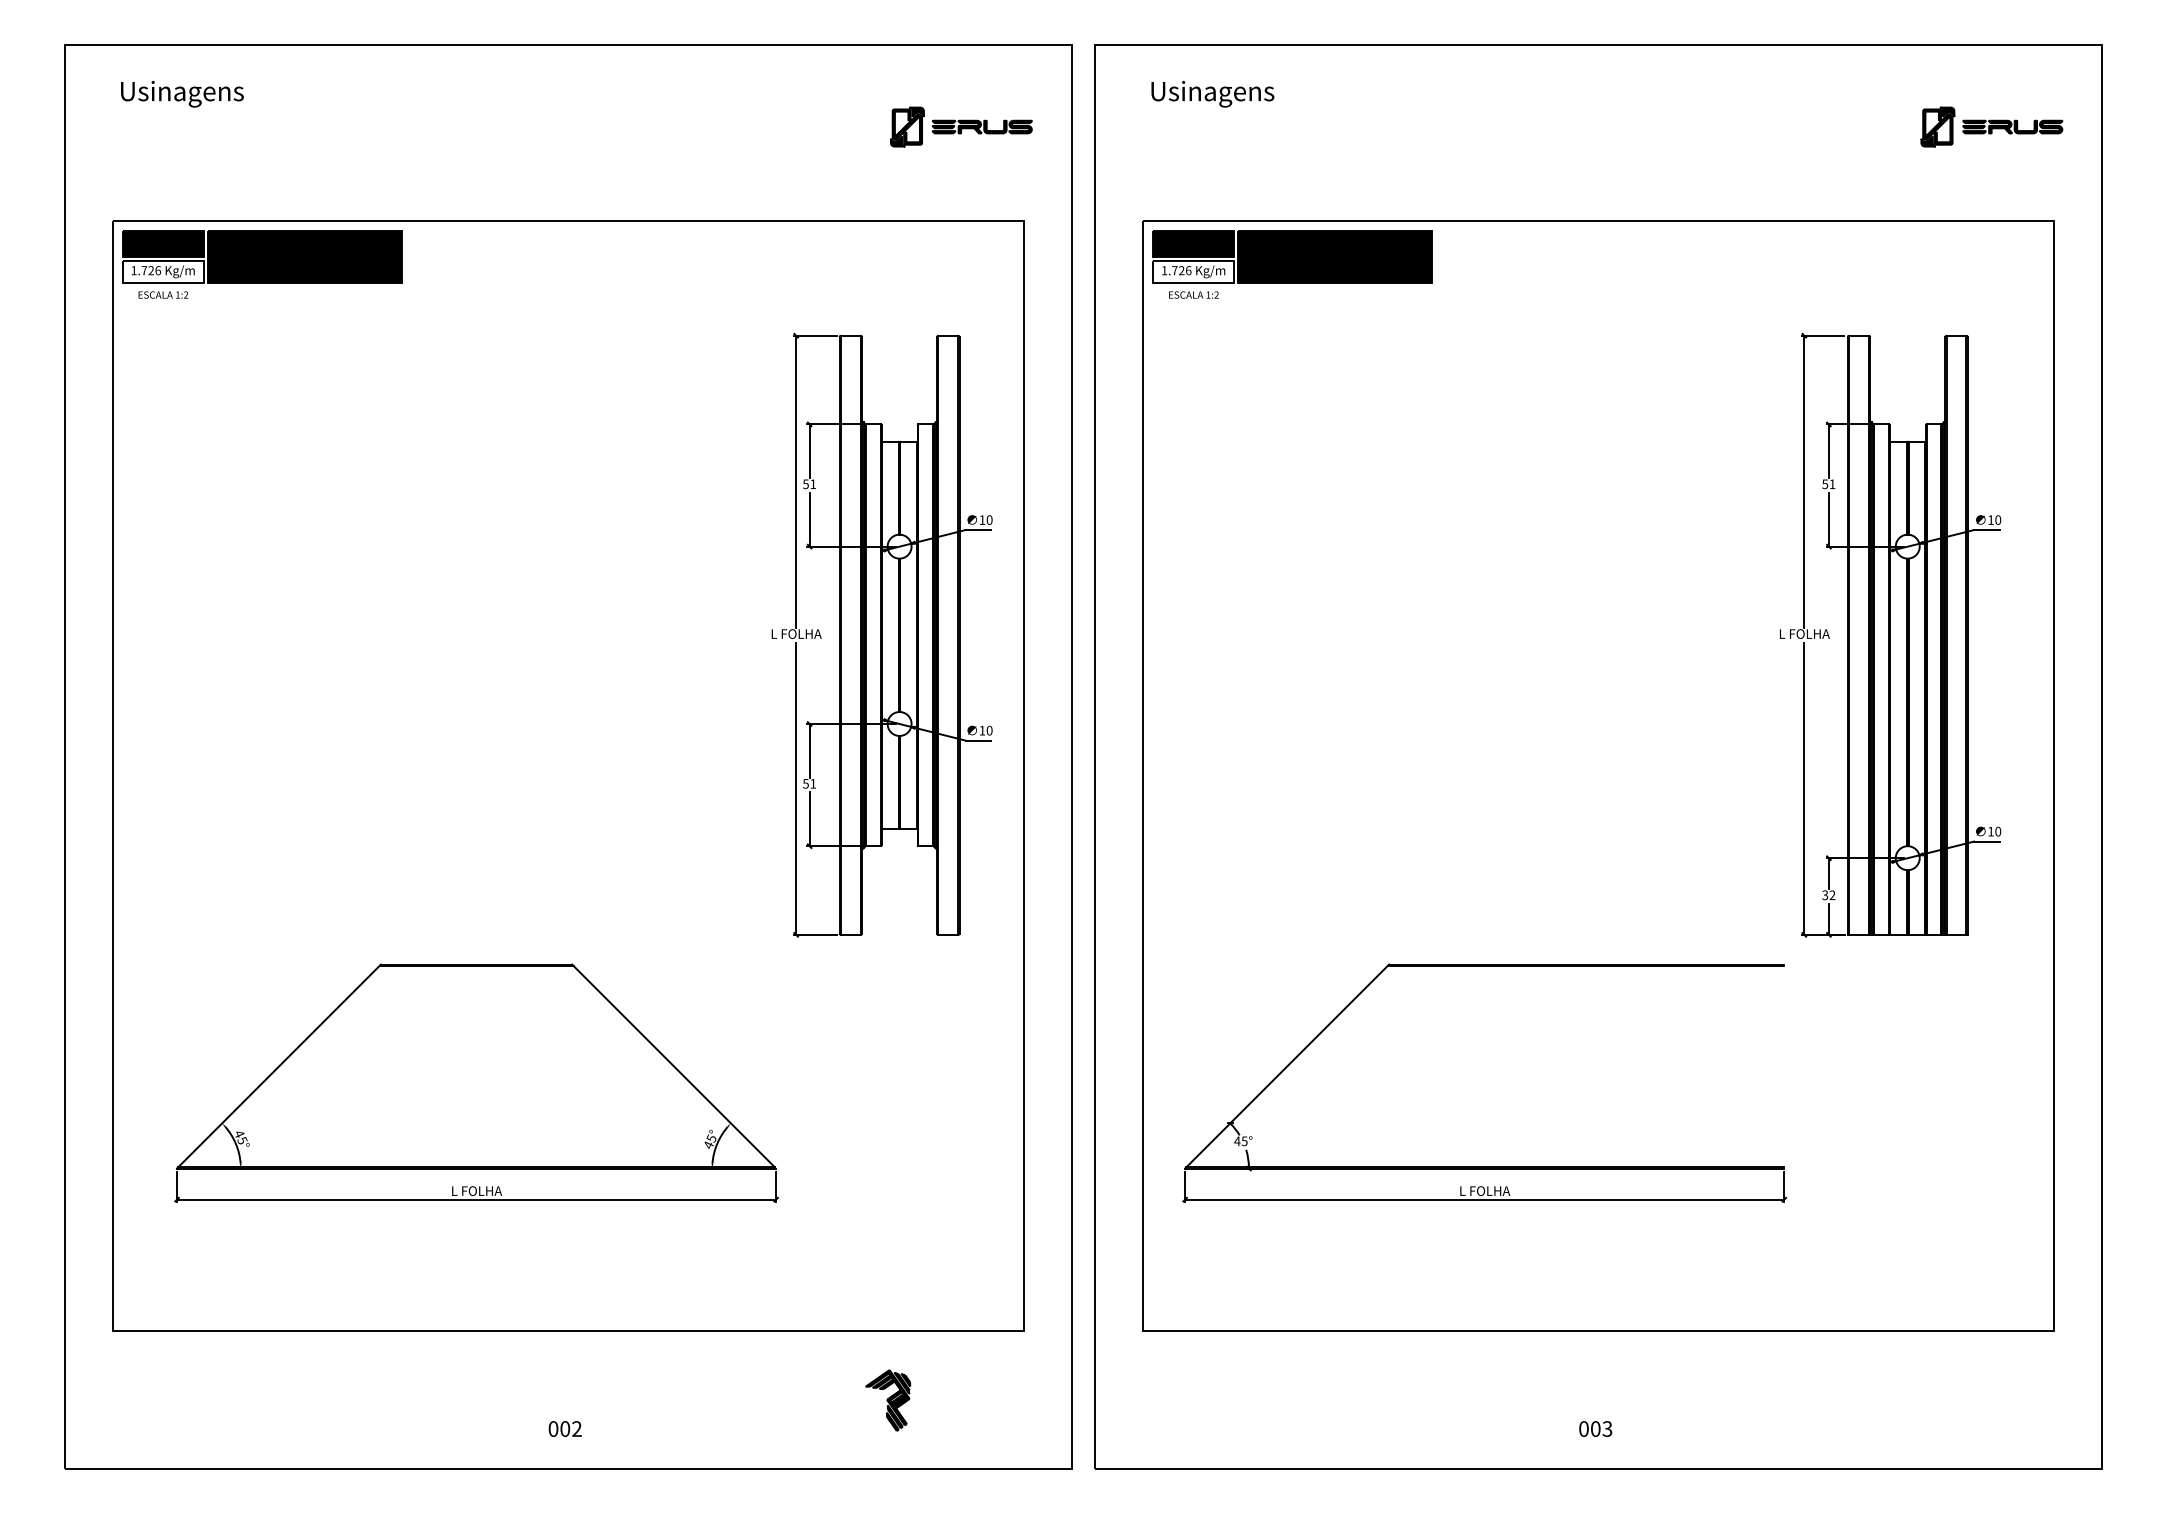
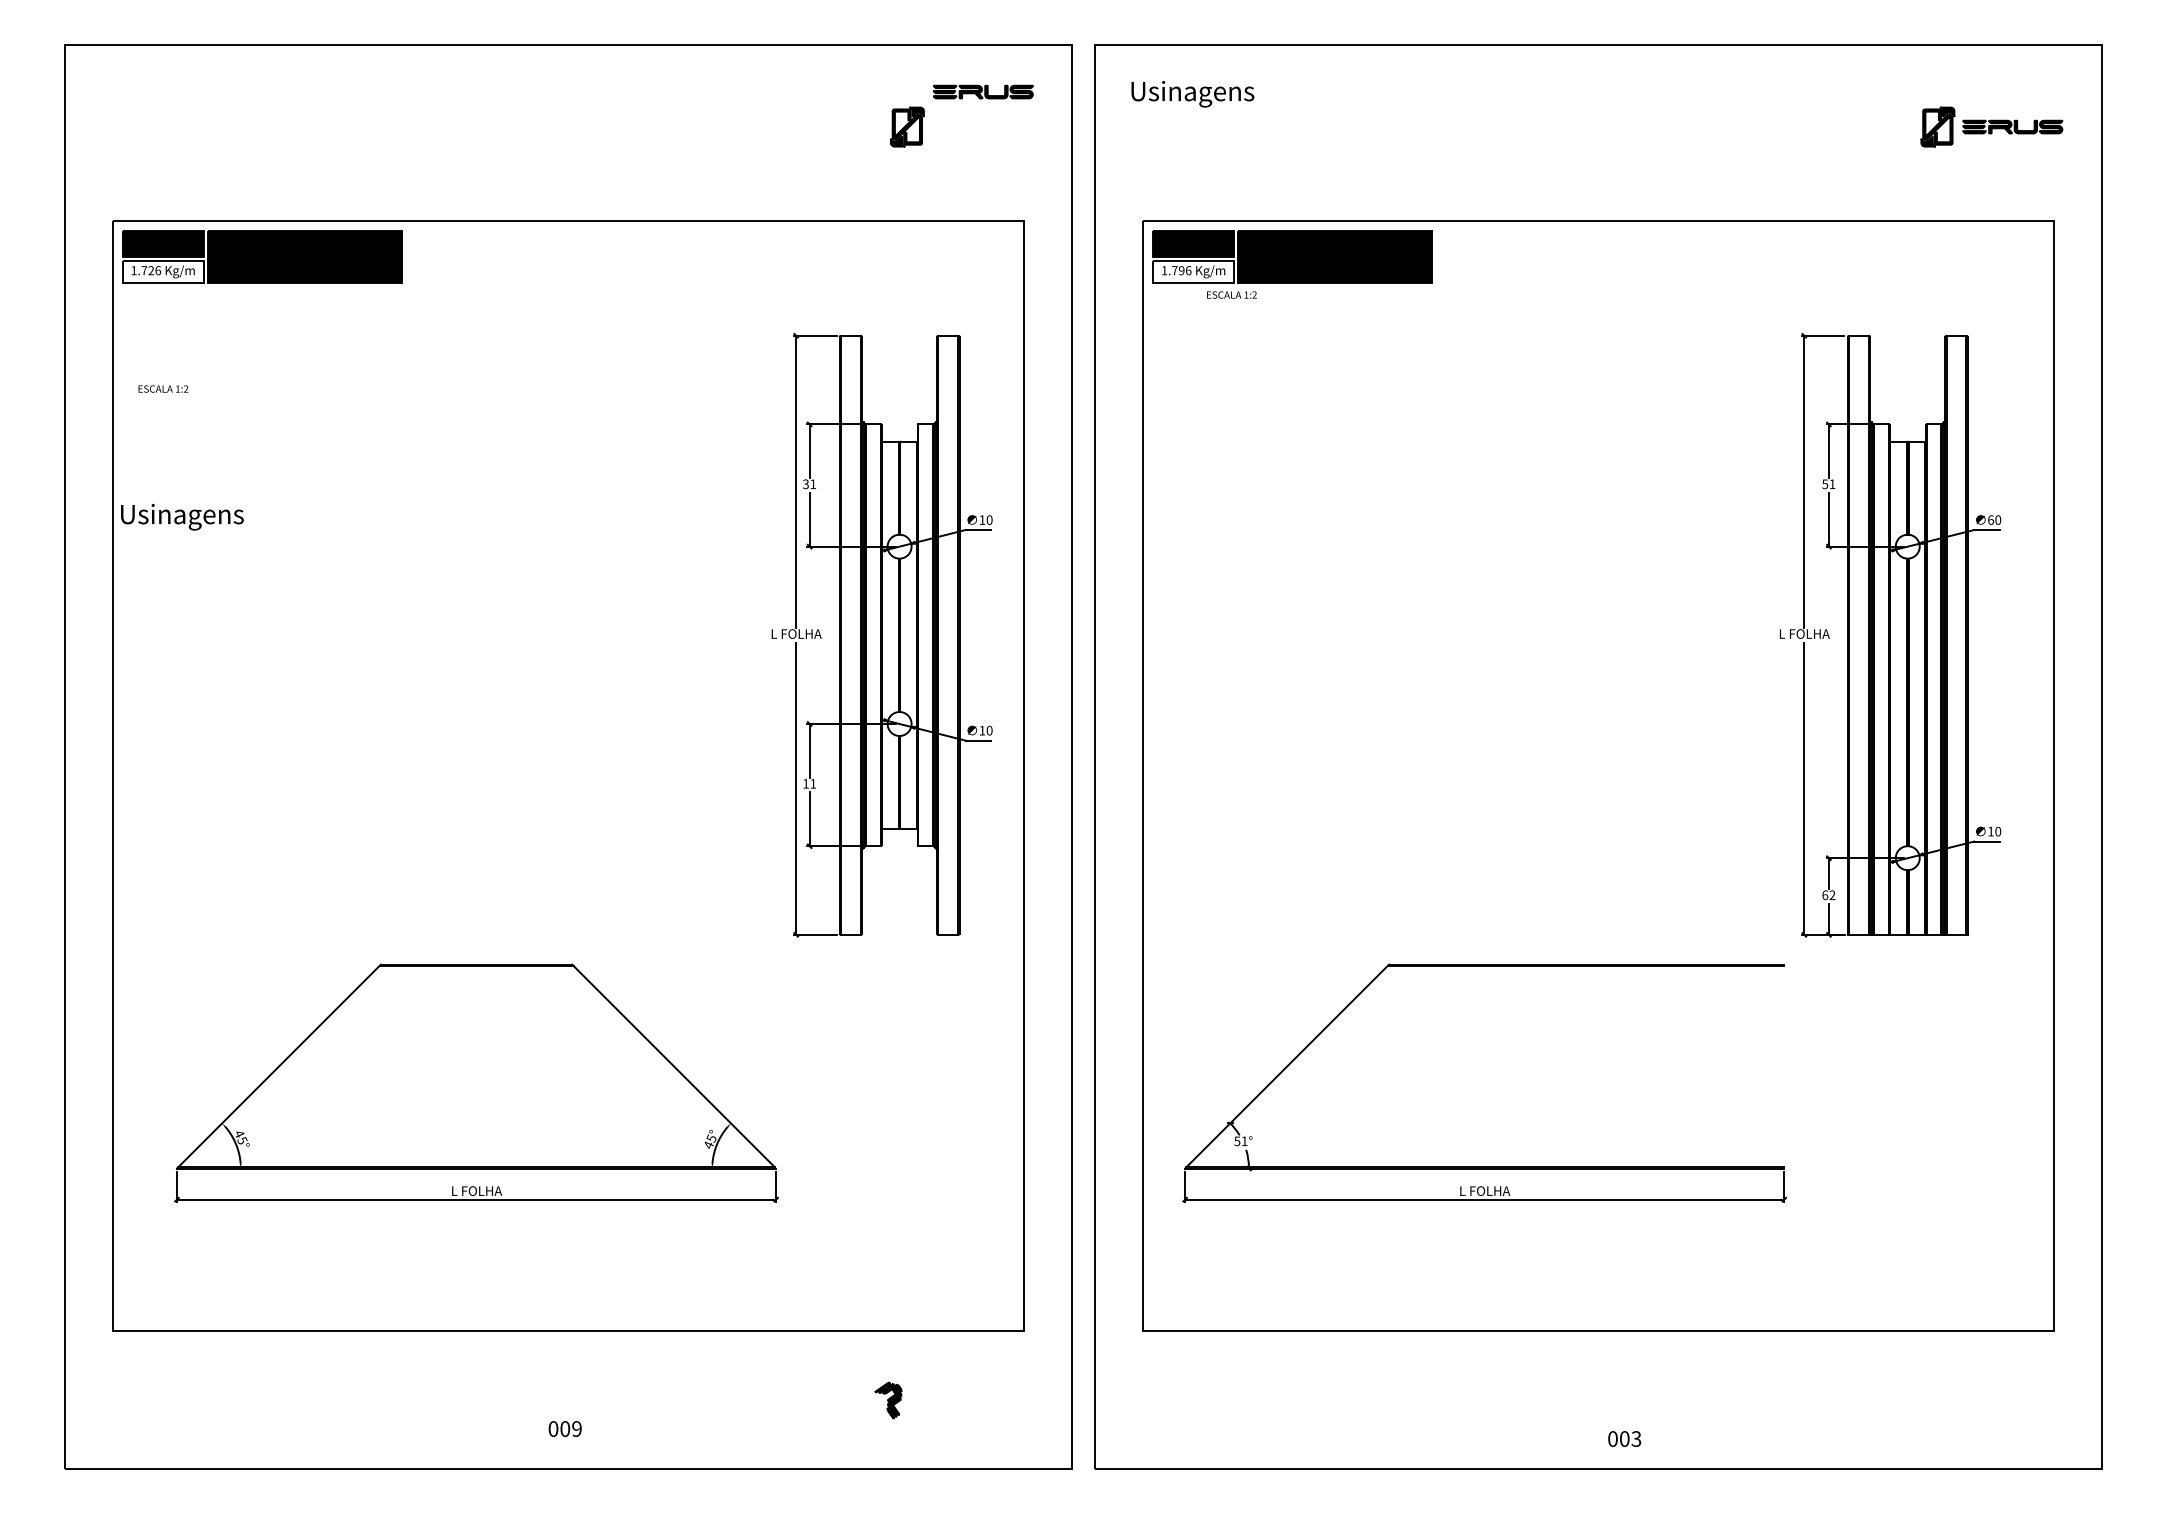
text at (182, 94) position: (182, 94) -> (182, 517)
text at (1212, 94) position: (1212, 94) -> (1192, 94)
part at (981, 126) position: (981, 126) -> (982, 91)
text at (1181, 270): 1.726 -> 1.796
text at (163, 294) position: (163, 294) -> (163, 388)
text at (1193, 294) position: (1193, 294) -> (1231, 294)
text at (805, 483): 51 -> 31
text at (1990, 519): 10 -> 60
text at (805, 783): 51 -> 11
text at (1825, 895): 32 -> 62
text at (1240, 1141): 45° -> 51°
part at (888, 1400) size: 47x63 px -> 29x39 px
text at (576, 1428): 002 -> 009
text at (1595, 1428) position: (1595, 1428) -> (1624, 1438)
